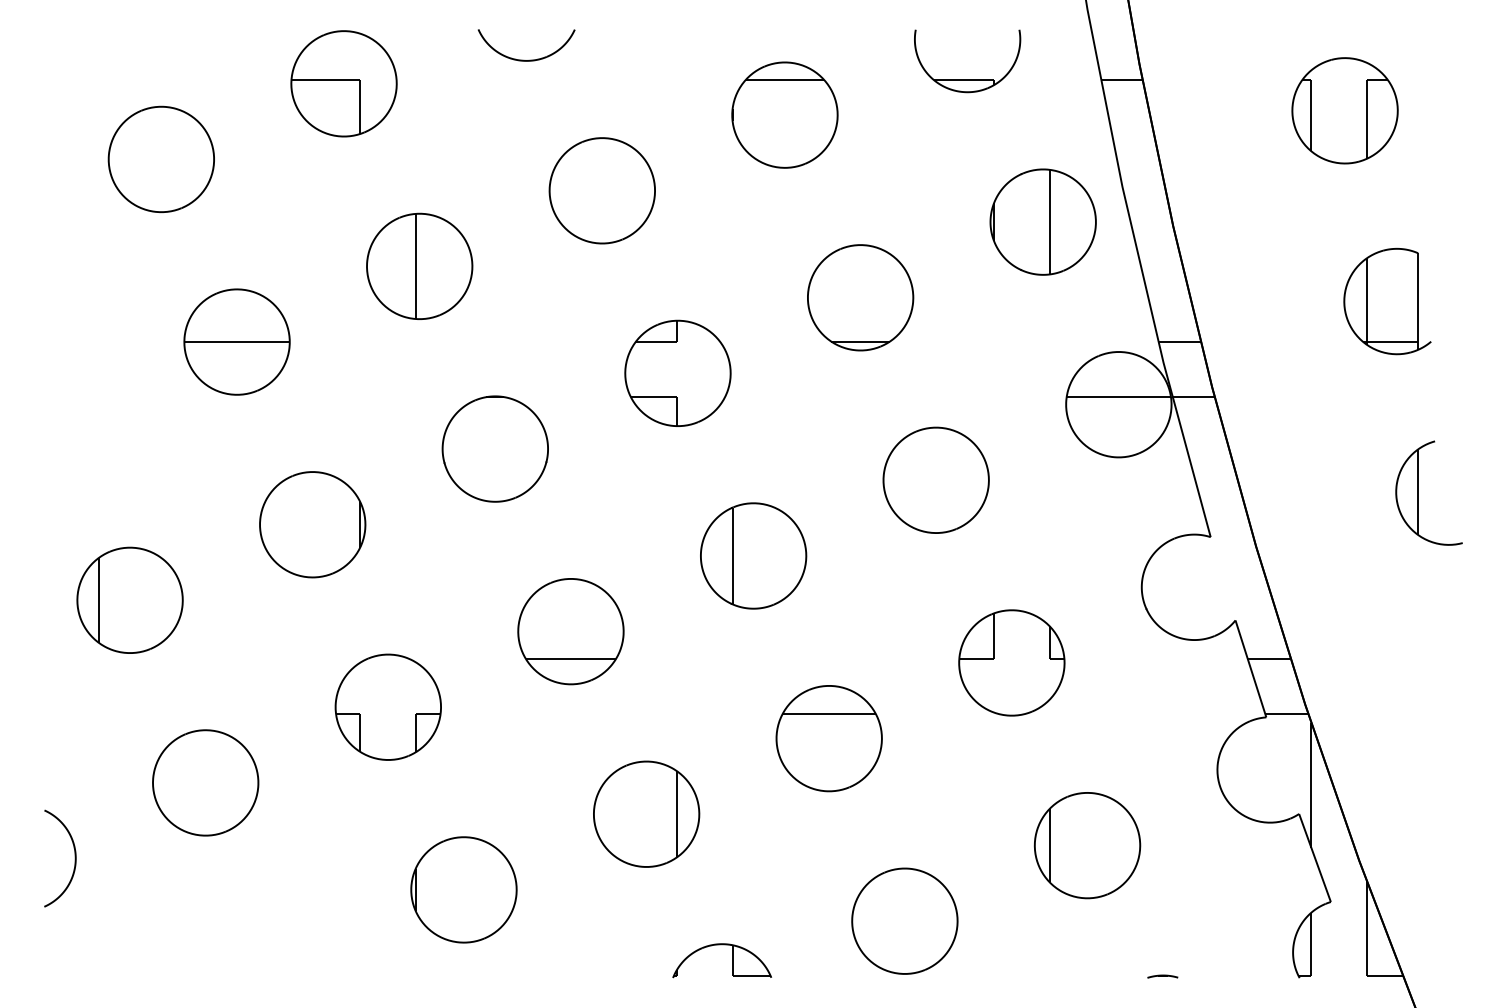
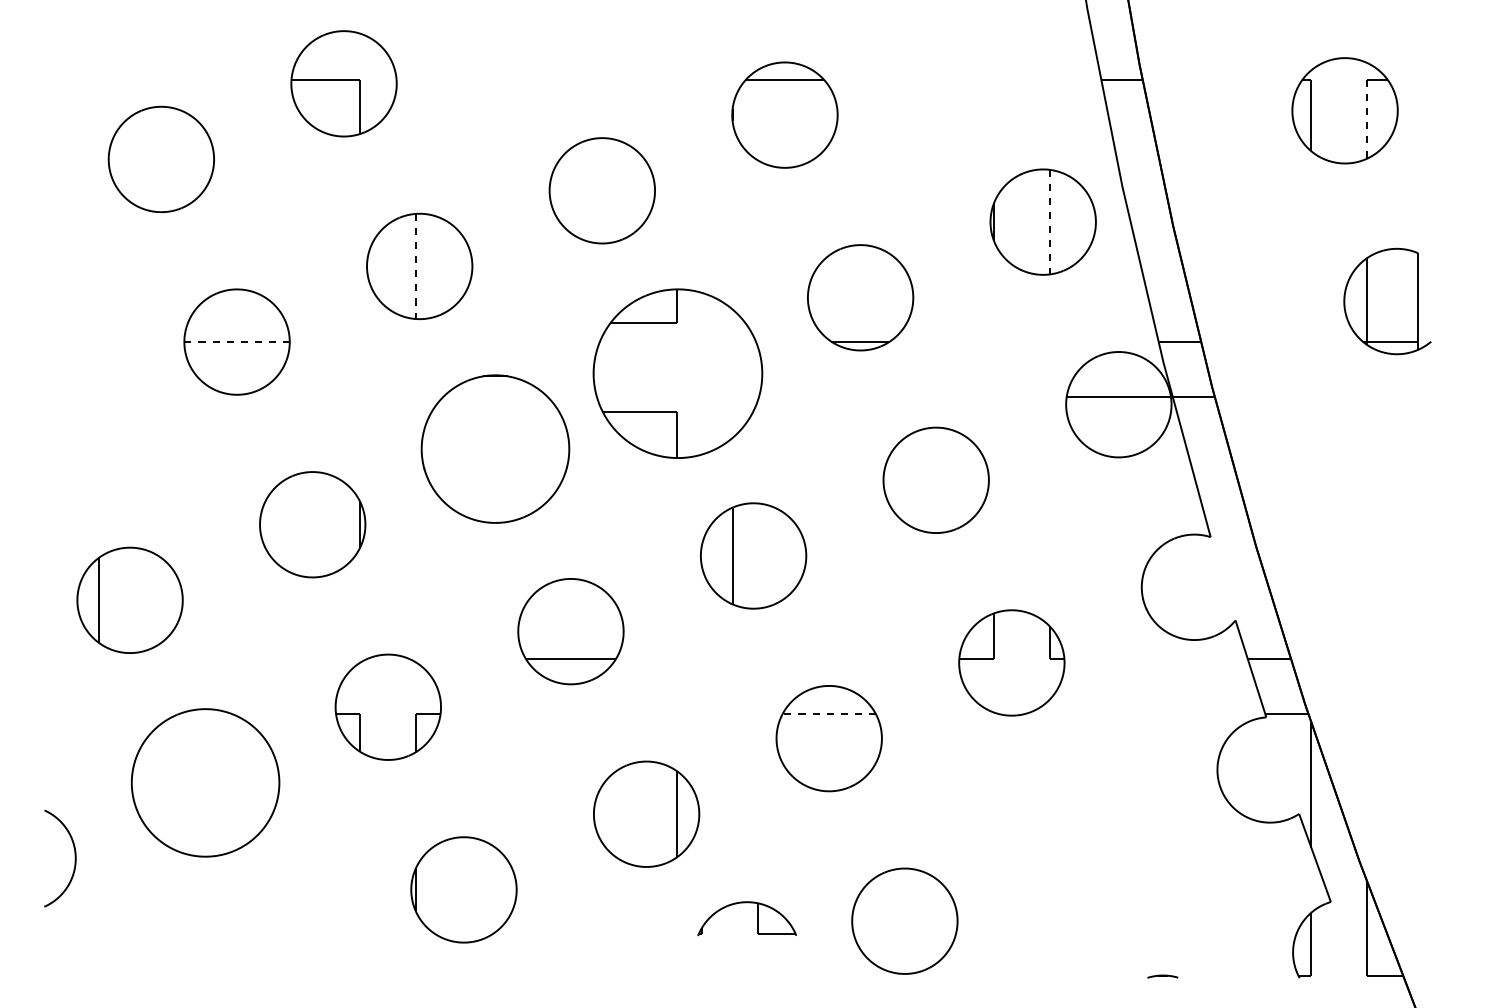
part at (523, 59): present -> none
part at (967, 79): present -> none
line at (1366, 119): solid -> dashed
line at (1049, 222): solid -> dashed
line at (415, 266): solid -> dashed
line at (237, 341): solid -> dashed
part at (677, 372) size: 108x108 px -> 172x171 px
part at (494, 448) size: 108x108 px -> 151x150 px
part at (1418, 492): present -> none
line at (829, 714): solid -> dashed
part at (205, 782) size: 108x108 px -> 151x150 px
part at (1087, 845): present -> none
part at (732, 960) position: (732, 960) -> (757, 918)
